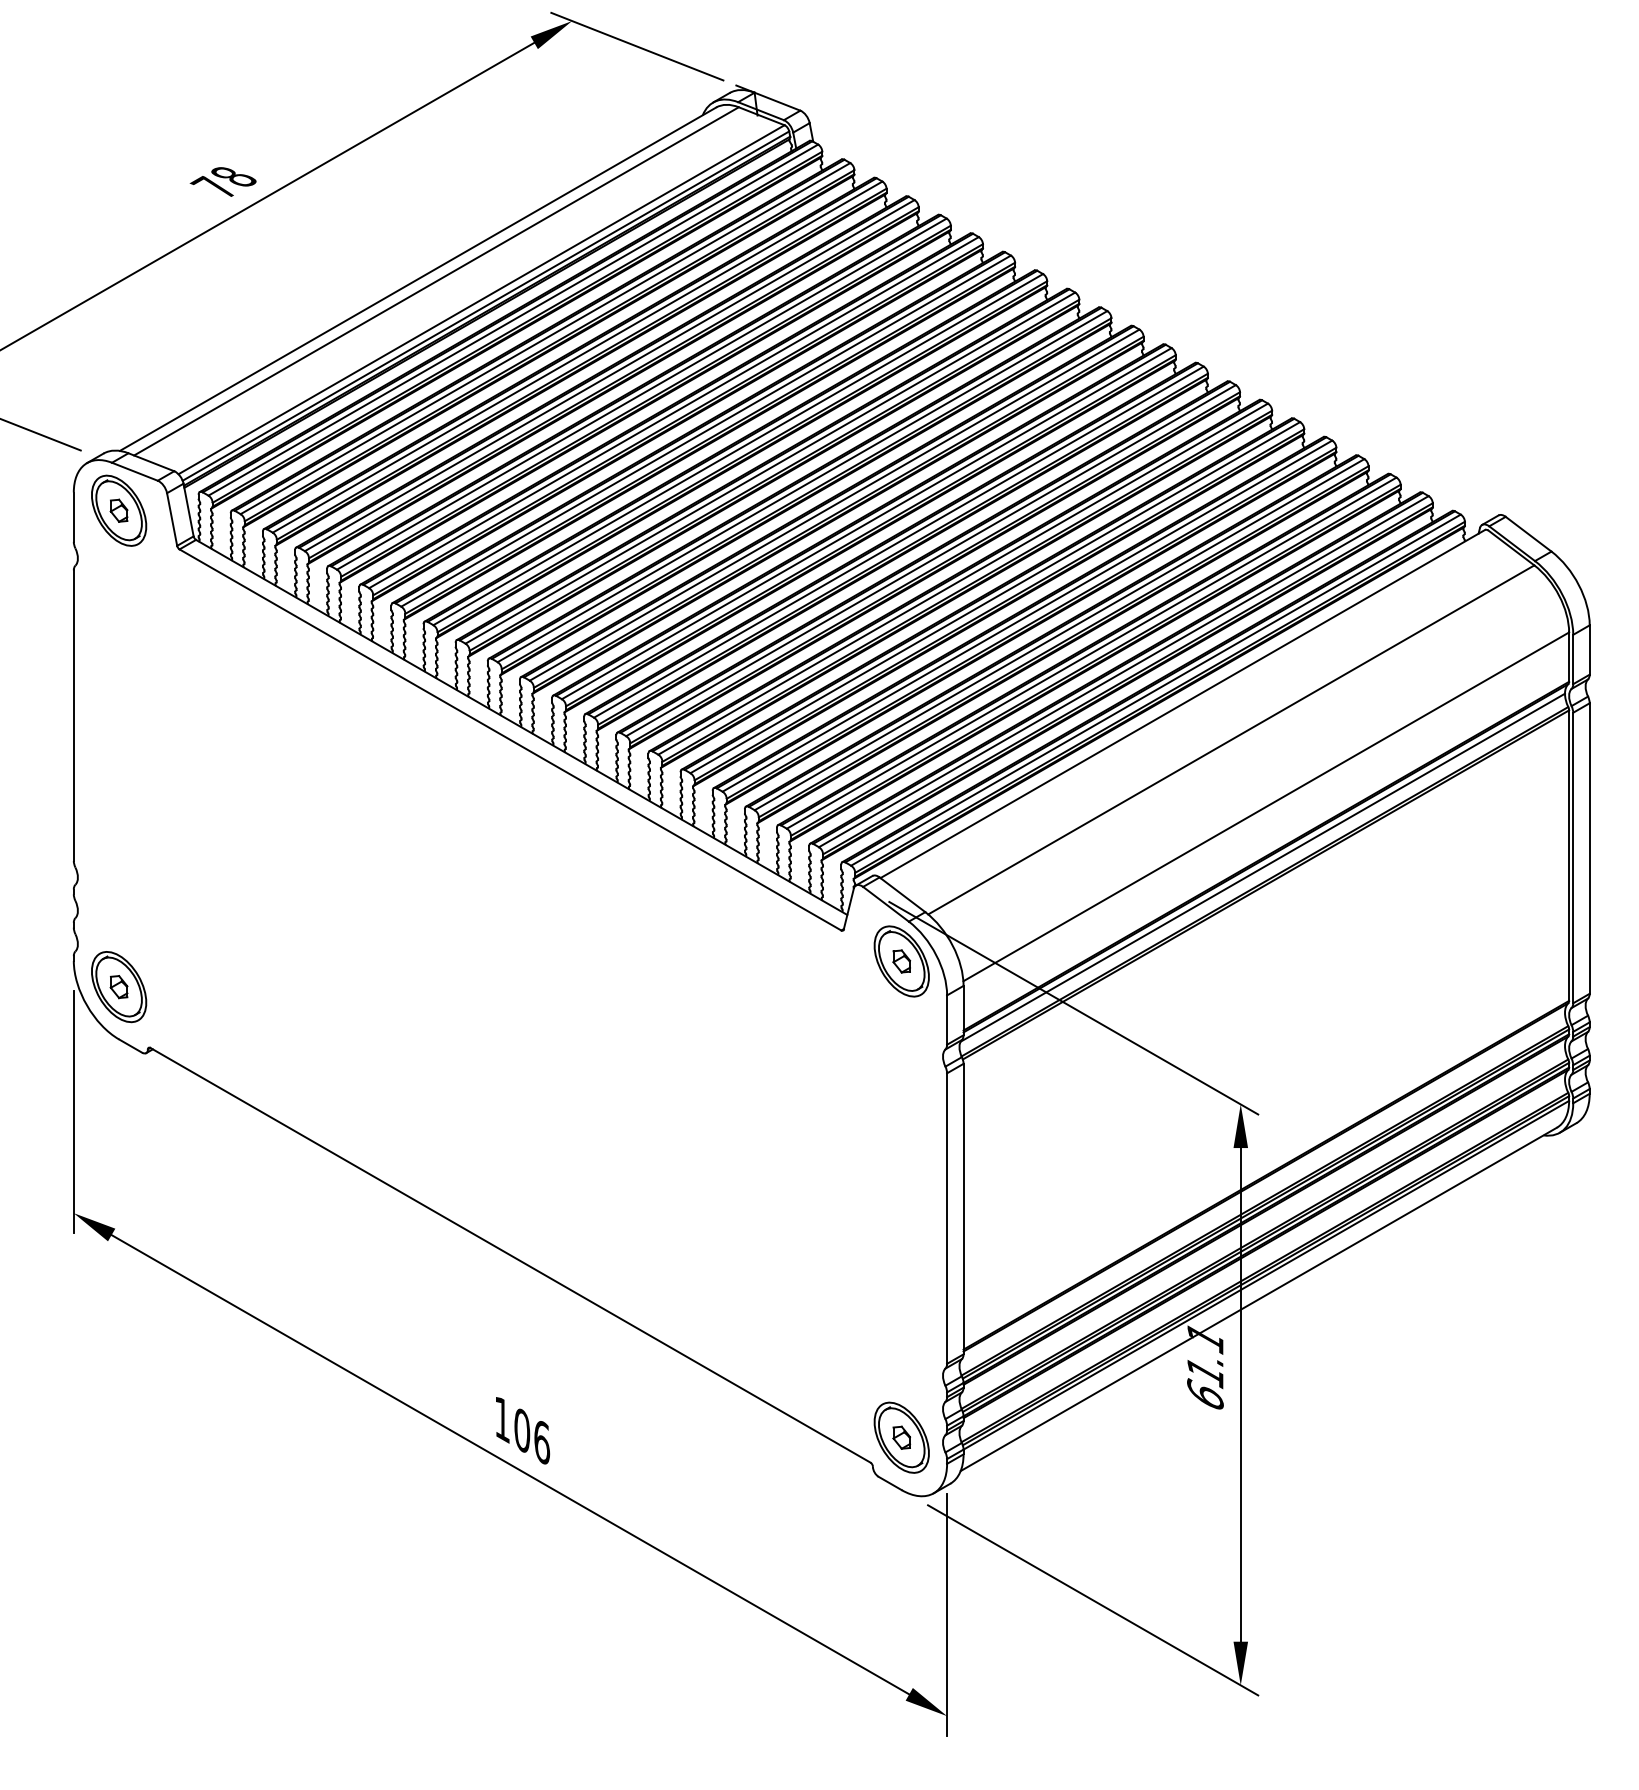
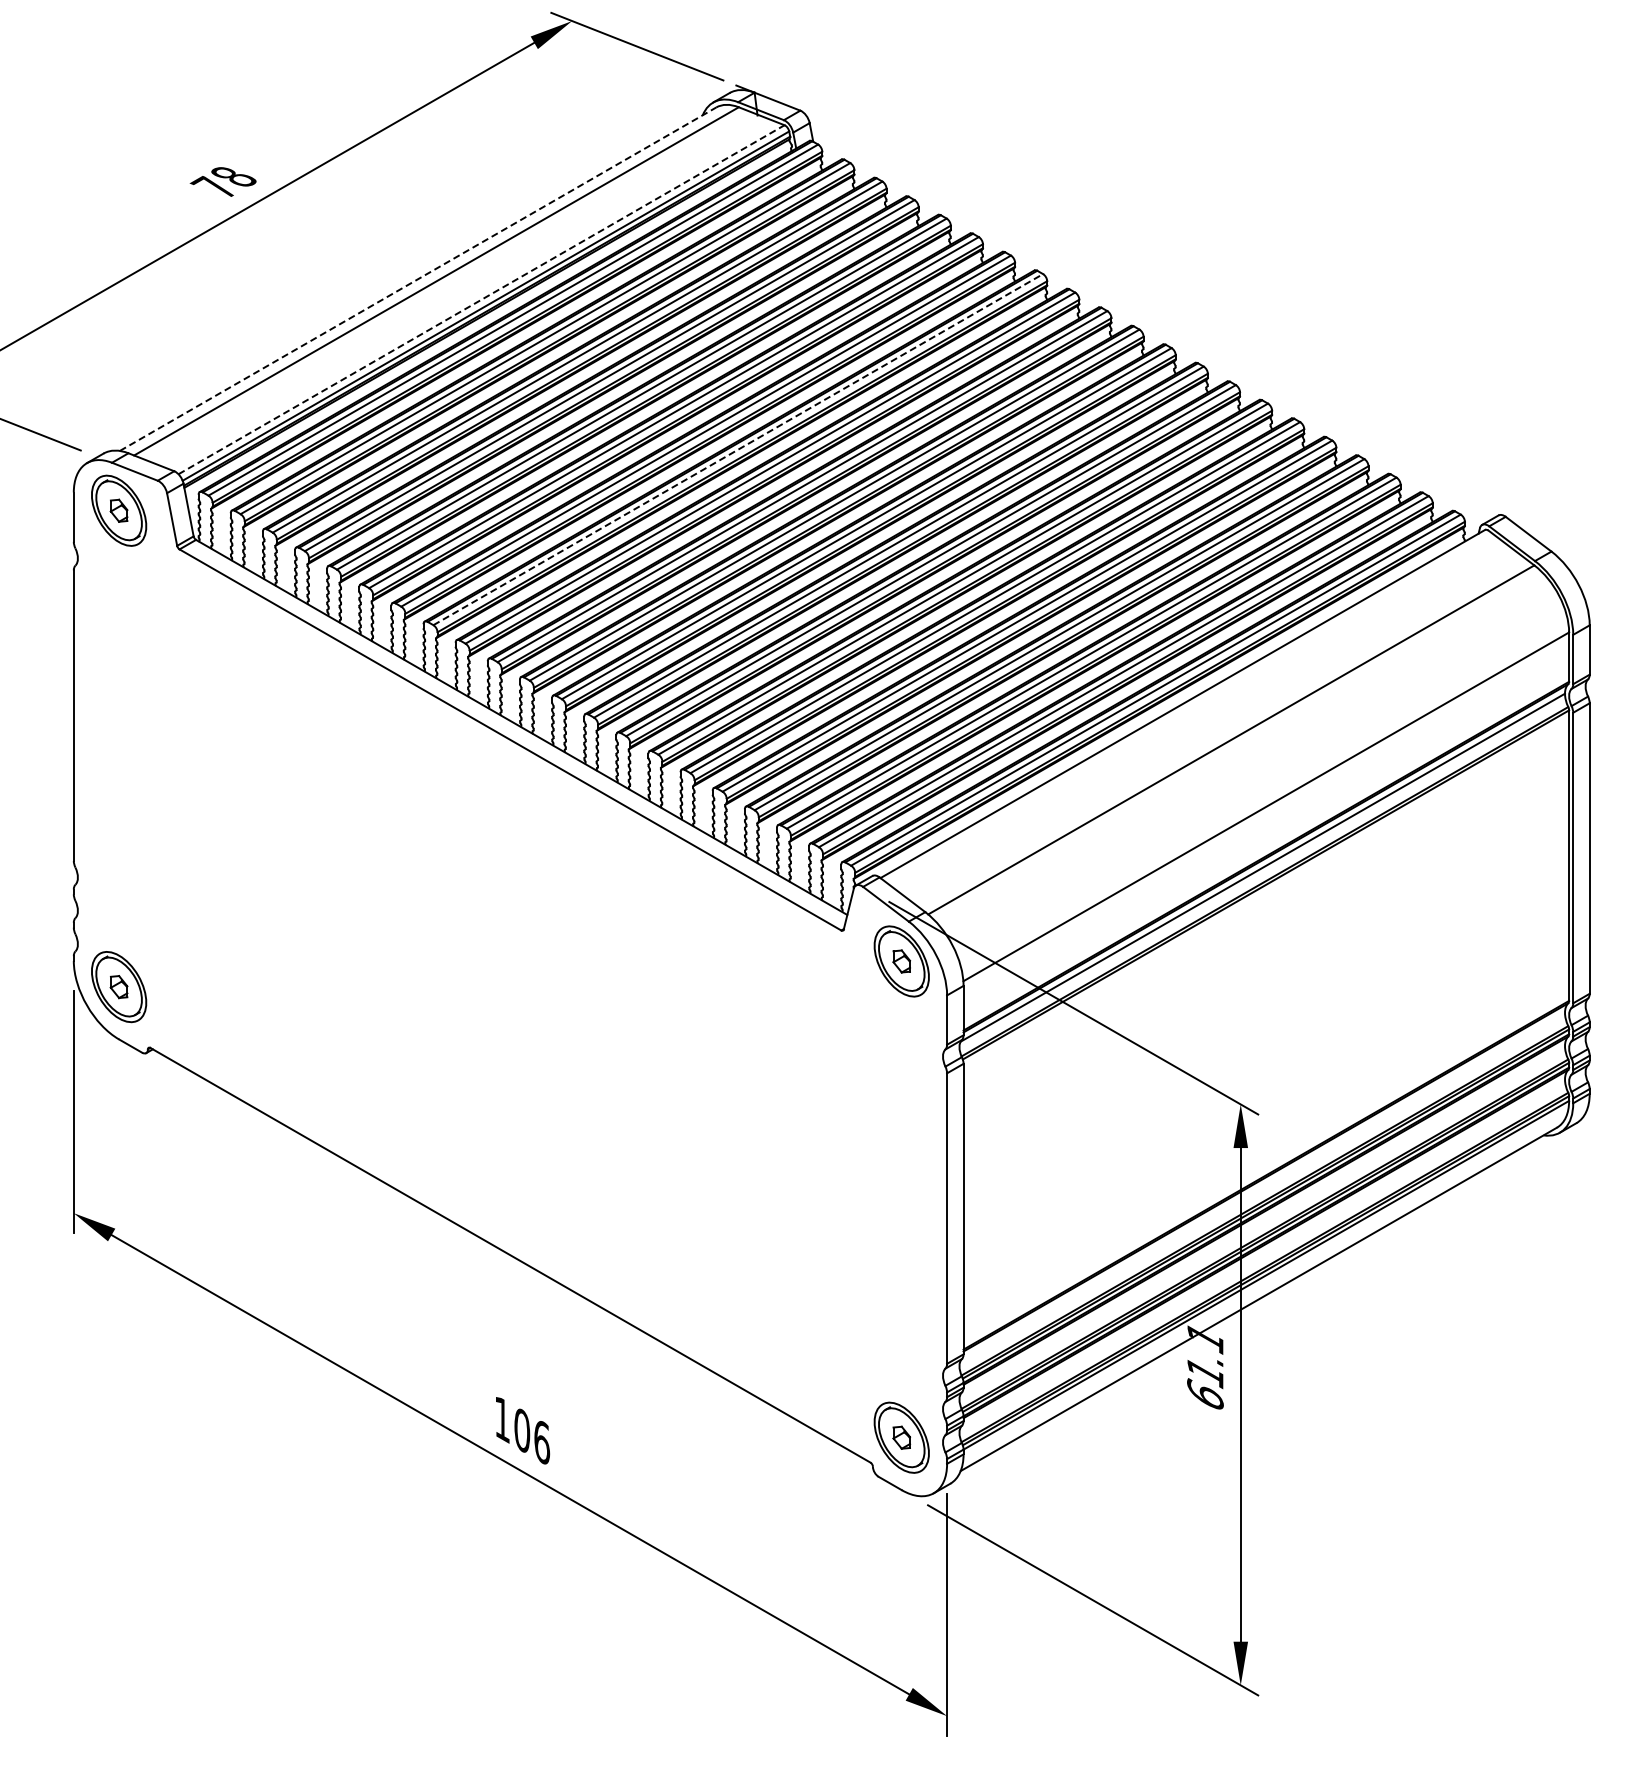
line at (418, 278): solid -> dashed
line at (481, 299): solid -> dashed
line at (738, 449): solid -> dashed
